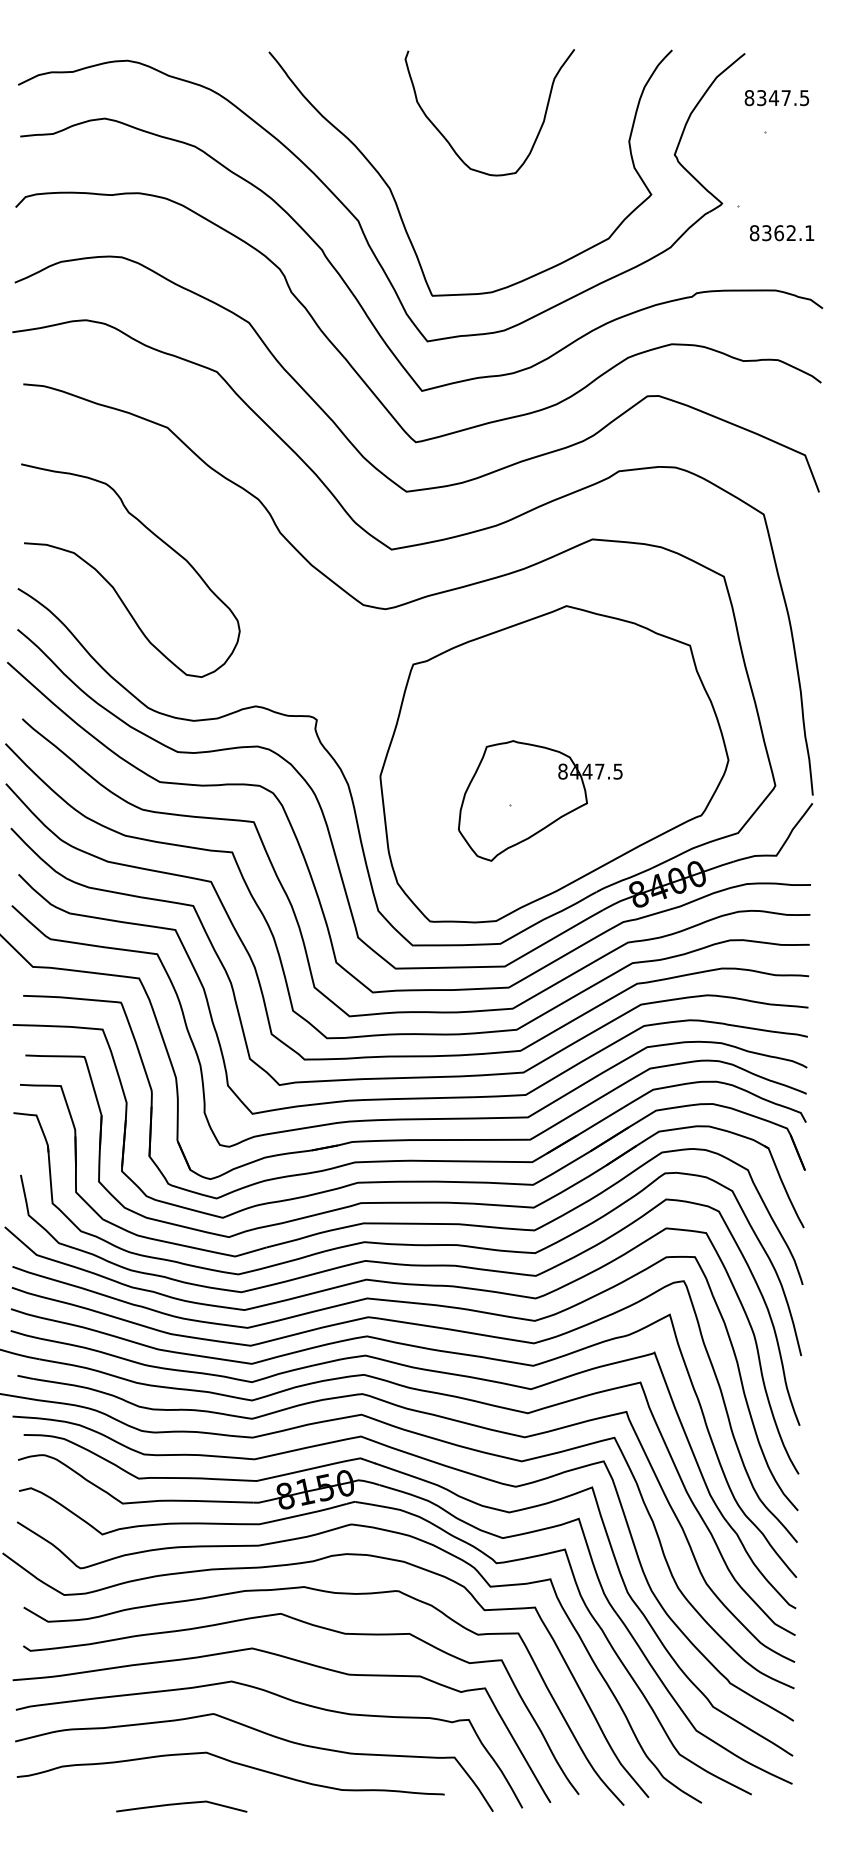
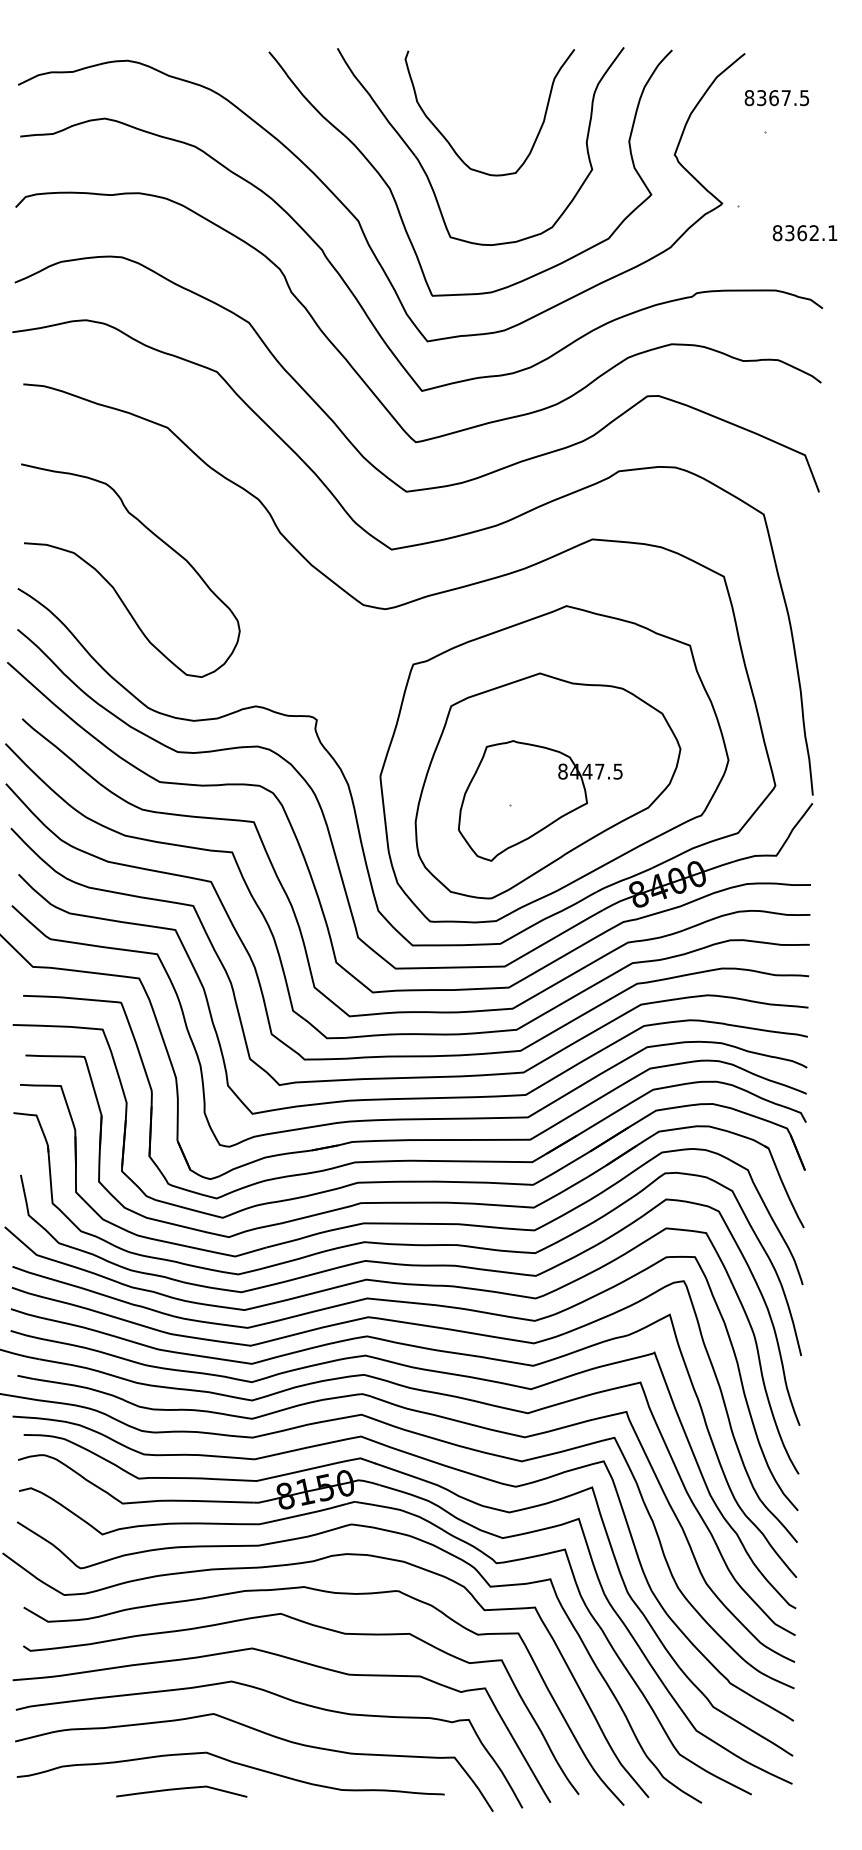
text at (773, 98): 8347.5 -> 8367.5
part at (426, 172): none -> present
text at (781, 233) position: (781, 233) -> (804, 233)
part at (547, 785): none -> present
curve at (181, 1804) position: (181, 1804) -> (181, 1789)
